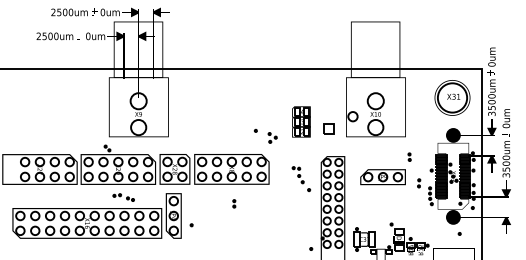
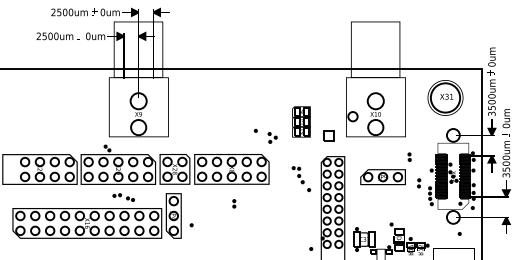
part at (452, 97) position: (452, 97) -> (445, 97)
part at (328, 128) position: (328, 128) -> (328, 135)
fill at (452, 134): present -> none
fill at (452, 216): present -> none
